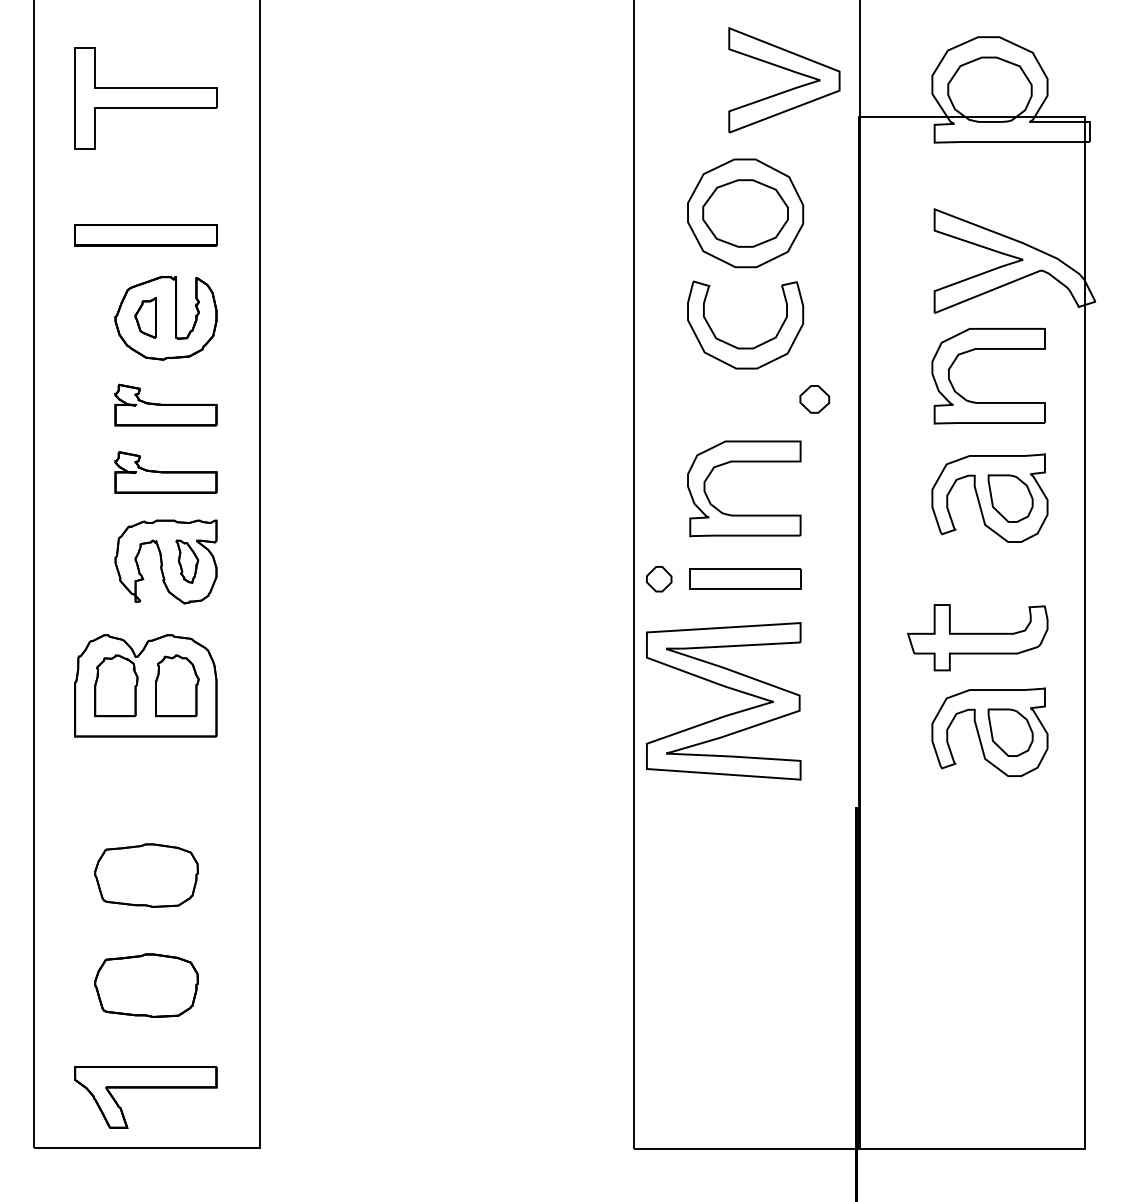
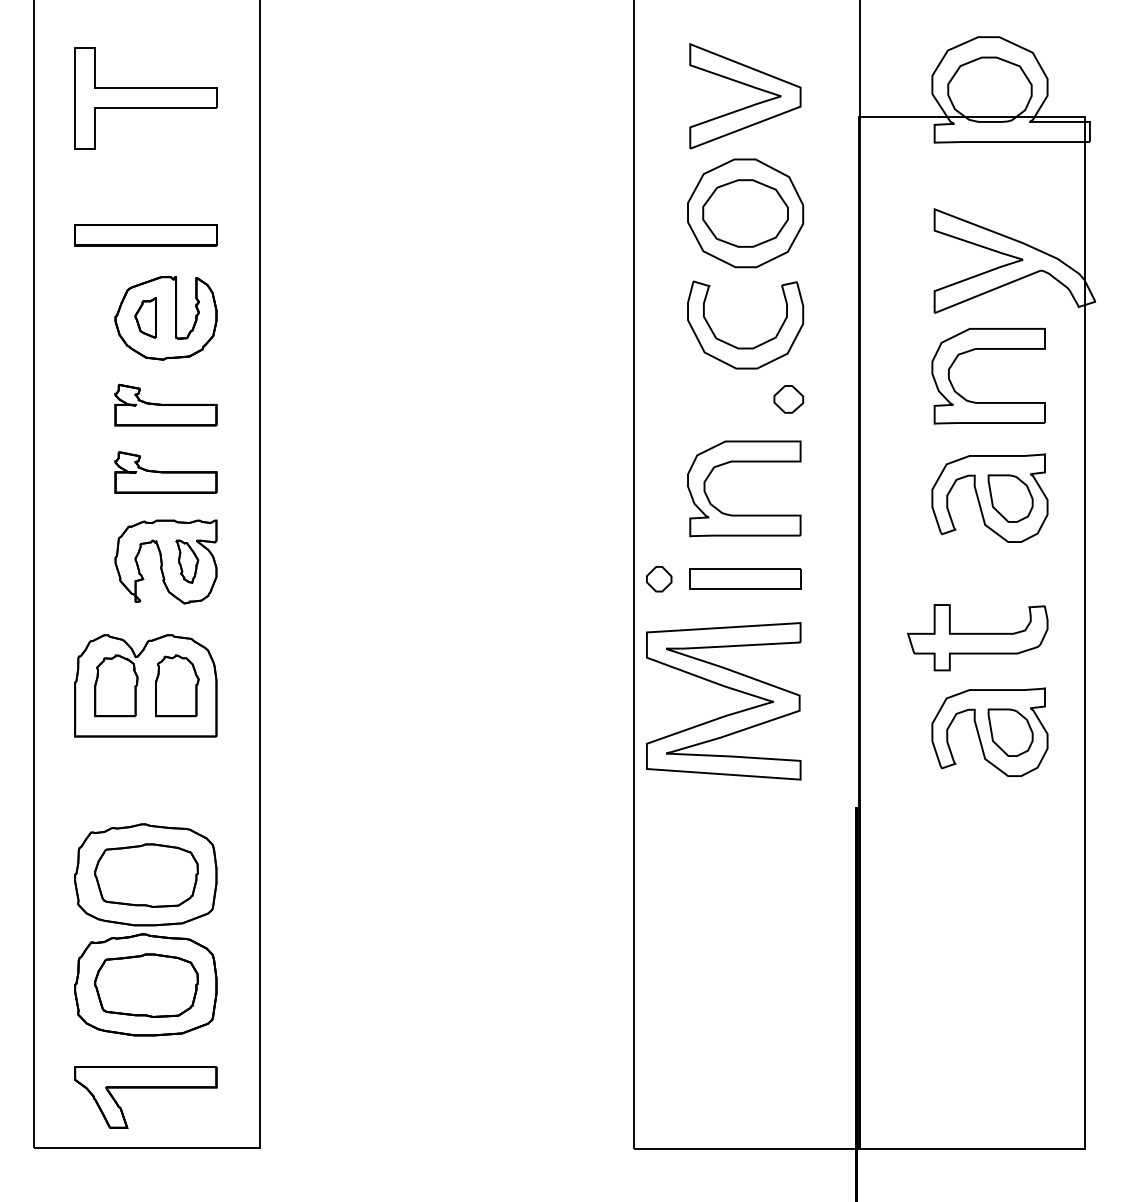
part at (788, 89) position: (788, 89) -> (749, 105)
part at (814, 399) position: (814, 399) -> (788, 399)
part at (145, 929): none -> present
